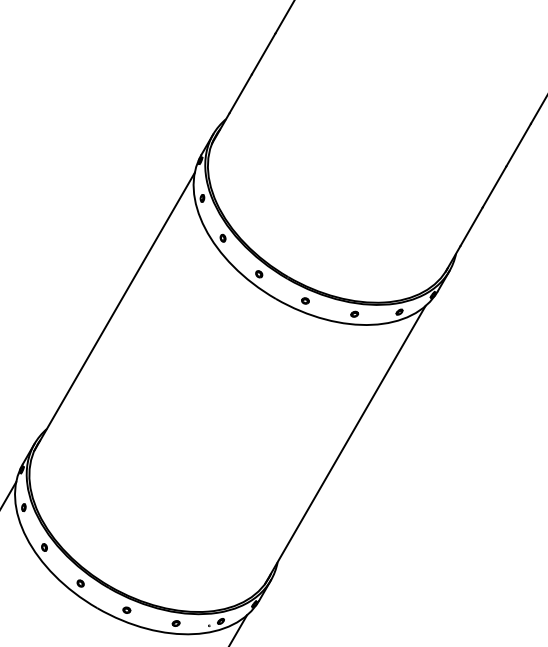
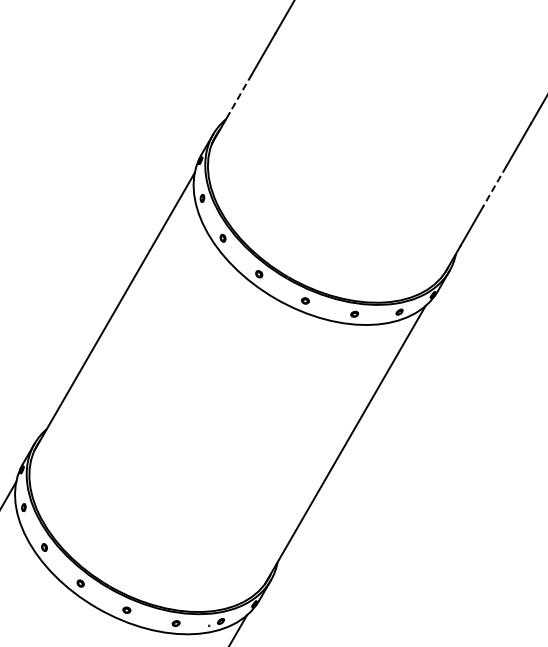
line at (240, 94): solid -> dashed
line at (494, 187): solid -> dashed
